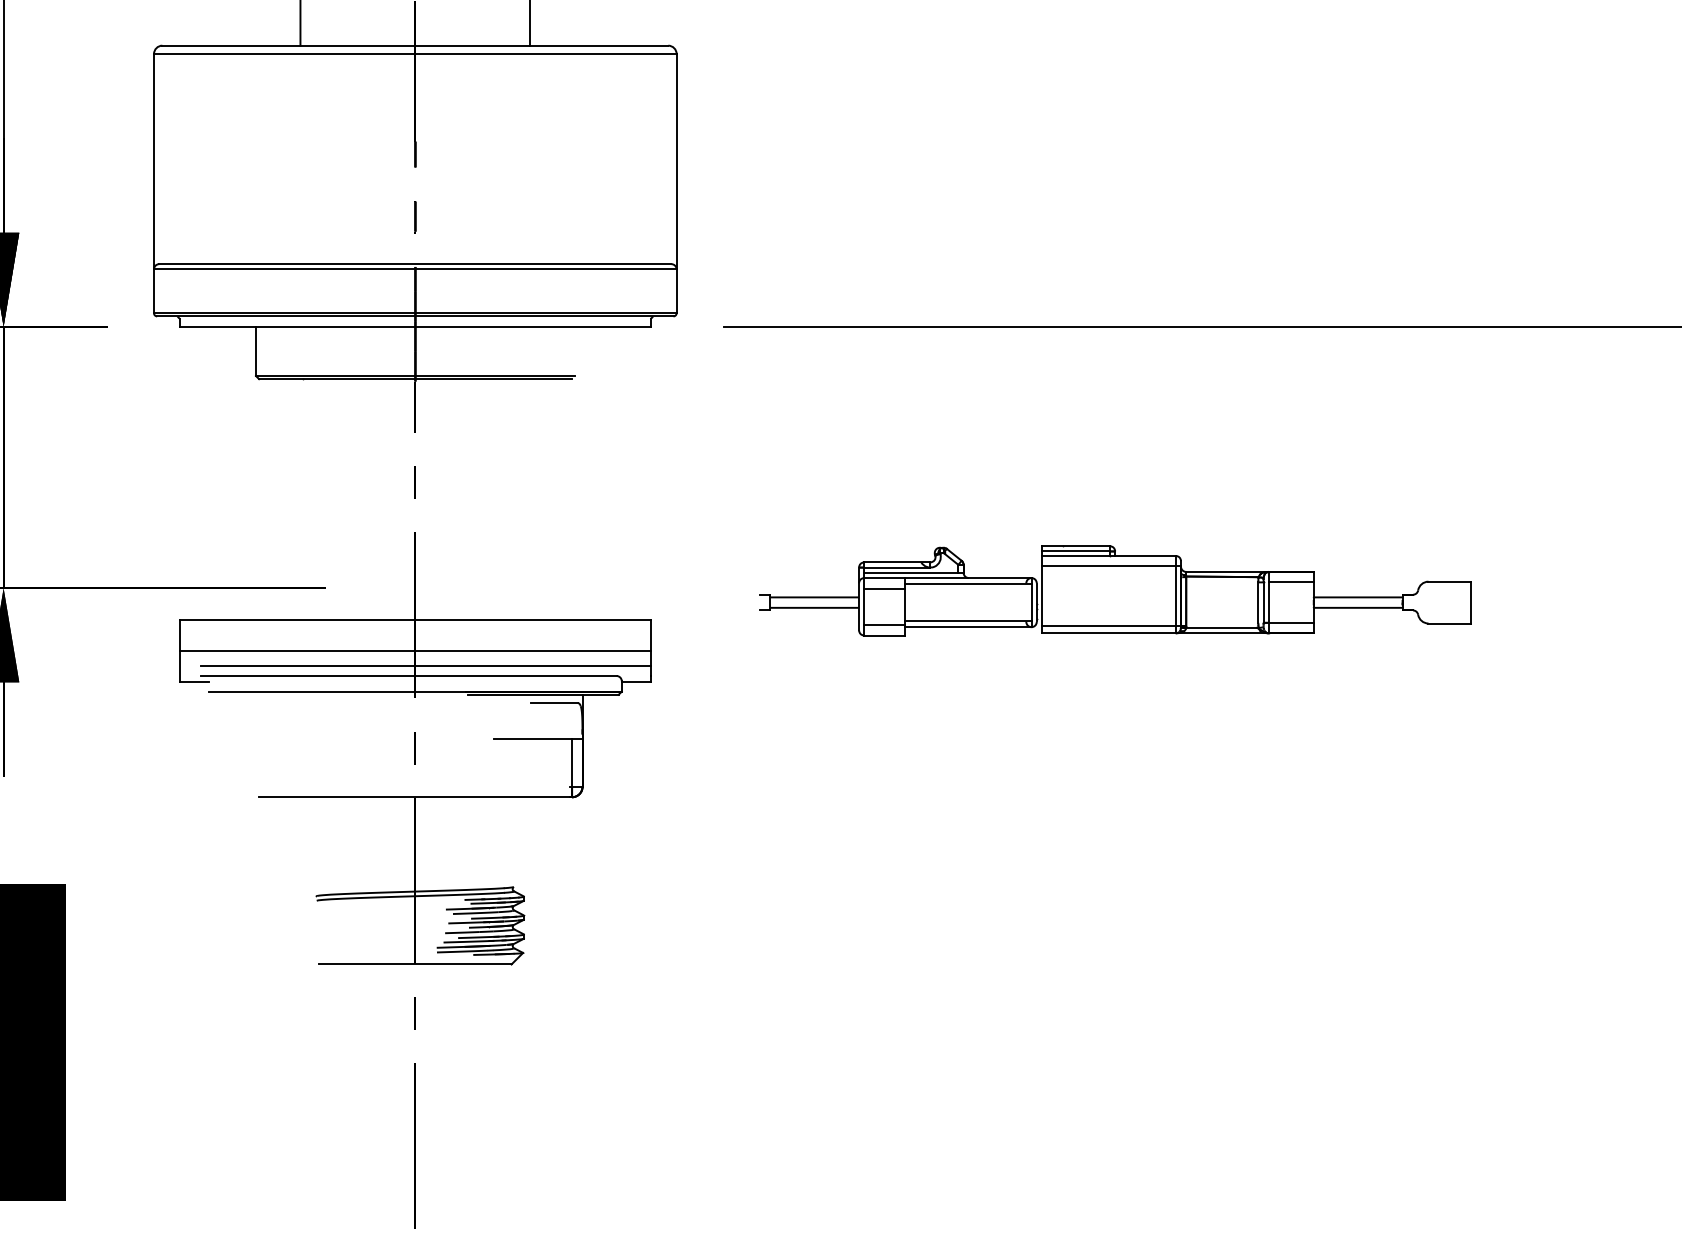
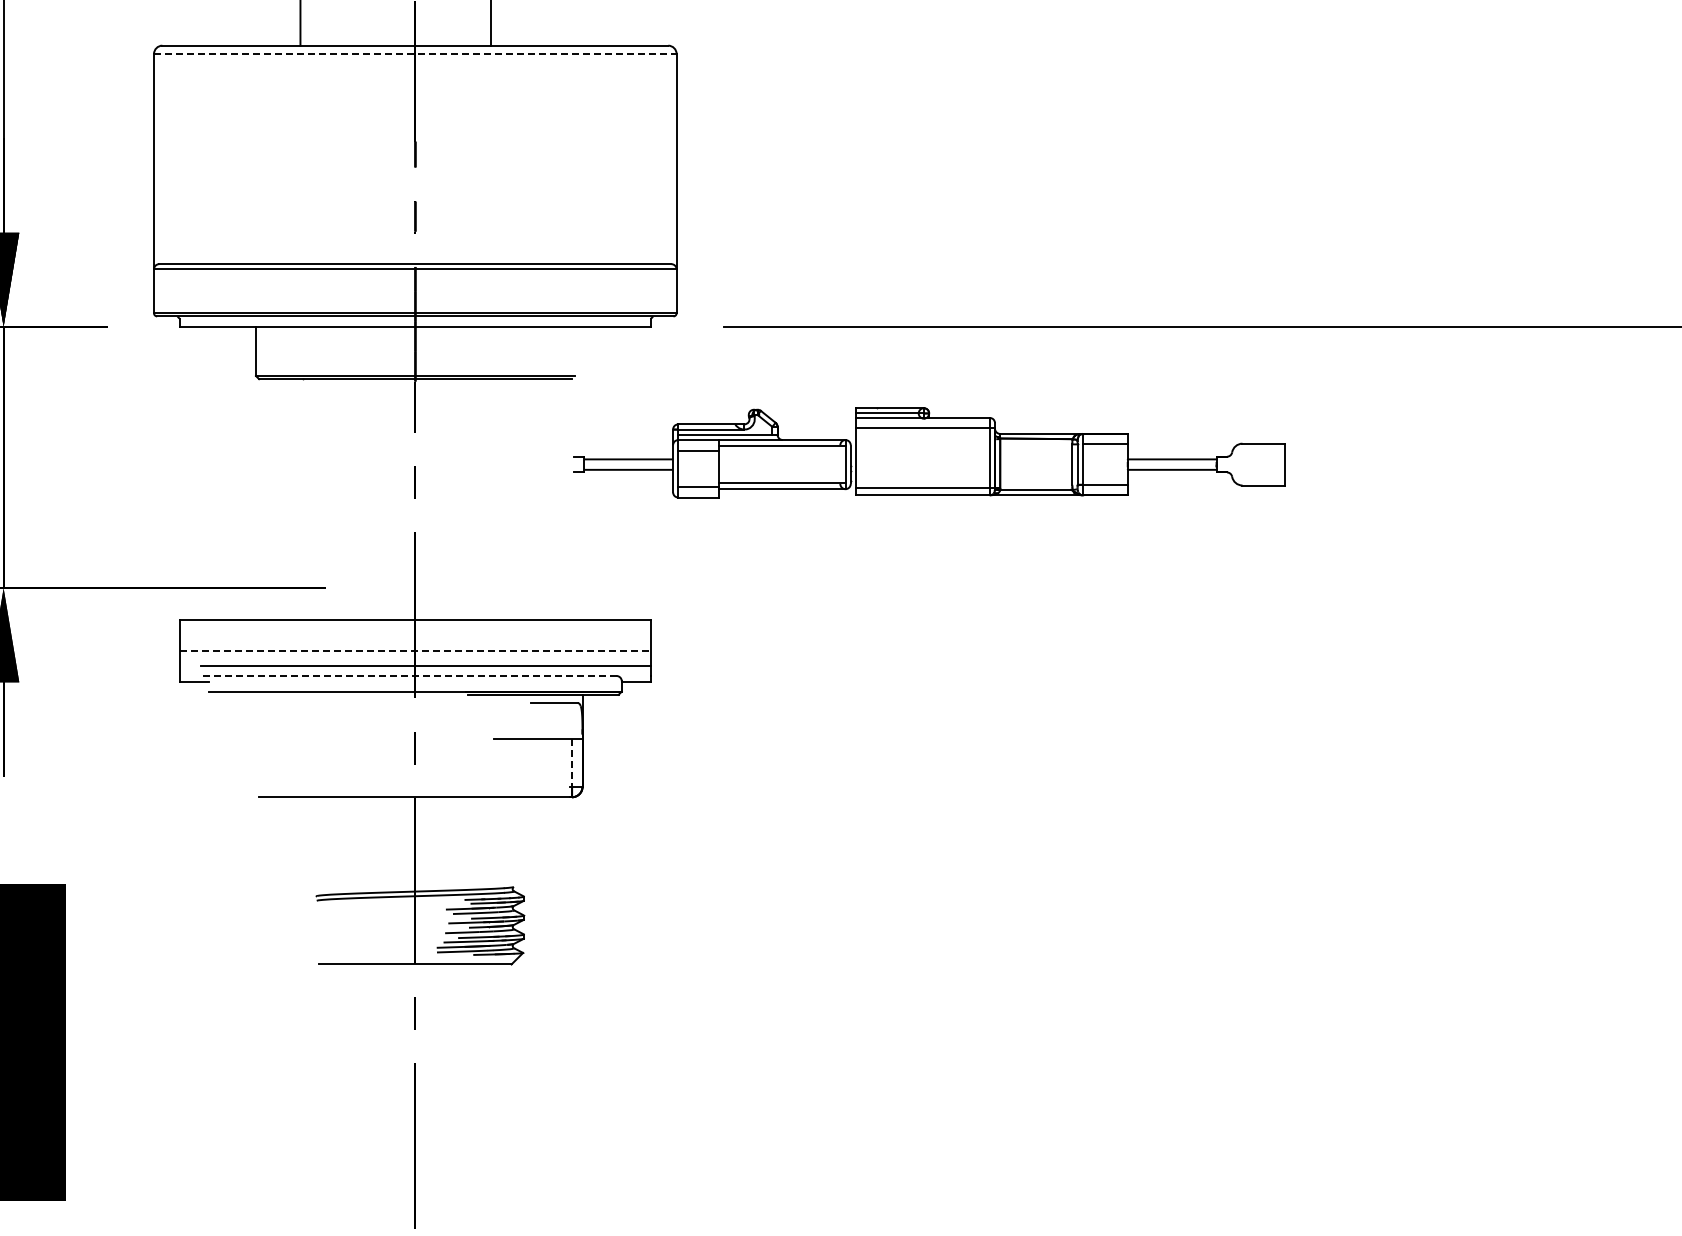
line at (530, 23) position: (530, 23) -> (491, 23)
line at (415, 54): solid -> dashed
part at (1115, 590) position: (1115, 590) -> (929, 452)
line at (415, 650): solid -> dashed
line at (408, 676): solid -> dashed
line at (572, 763): solid -> dashed
